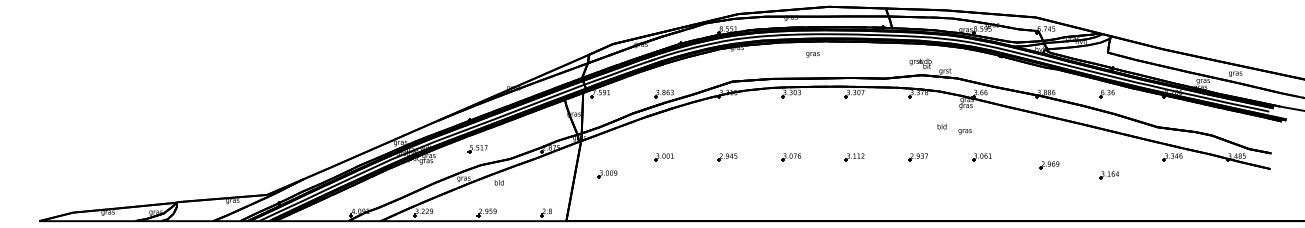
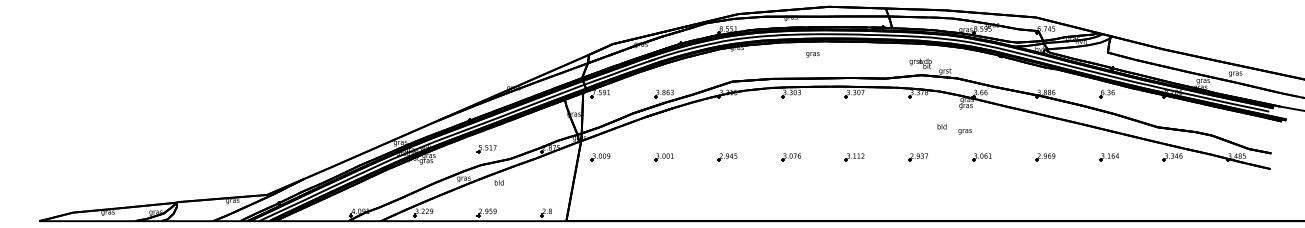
part at (477, 149) position: (477, 149) -> (486, 149)
part at (1049, 165) position: (1049, 165) -> (1045, 157)
part at (607, 174) position: (607, 174) -> (600, 157)
part at (1108, 175) position: (1108, 175) -> (1108, 157)
